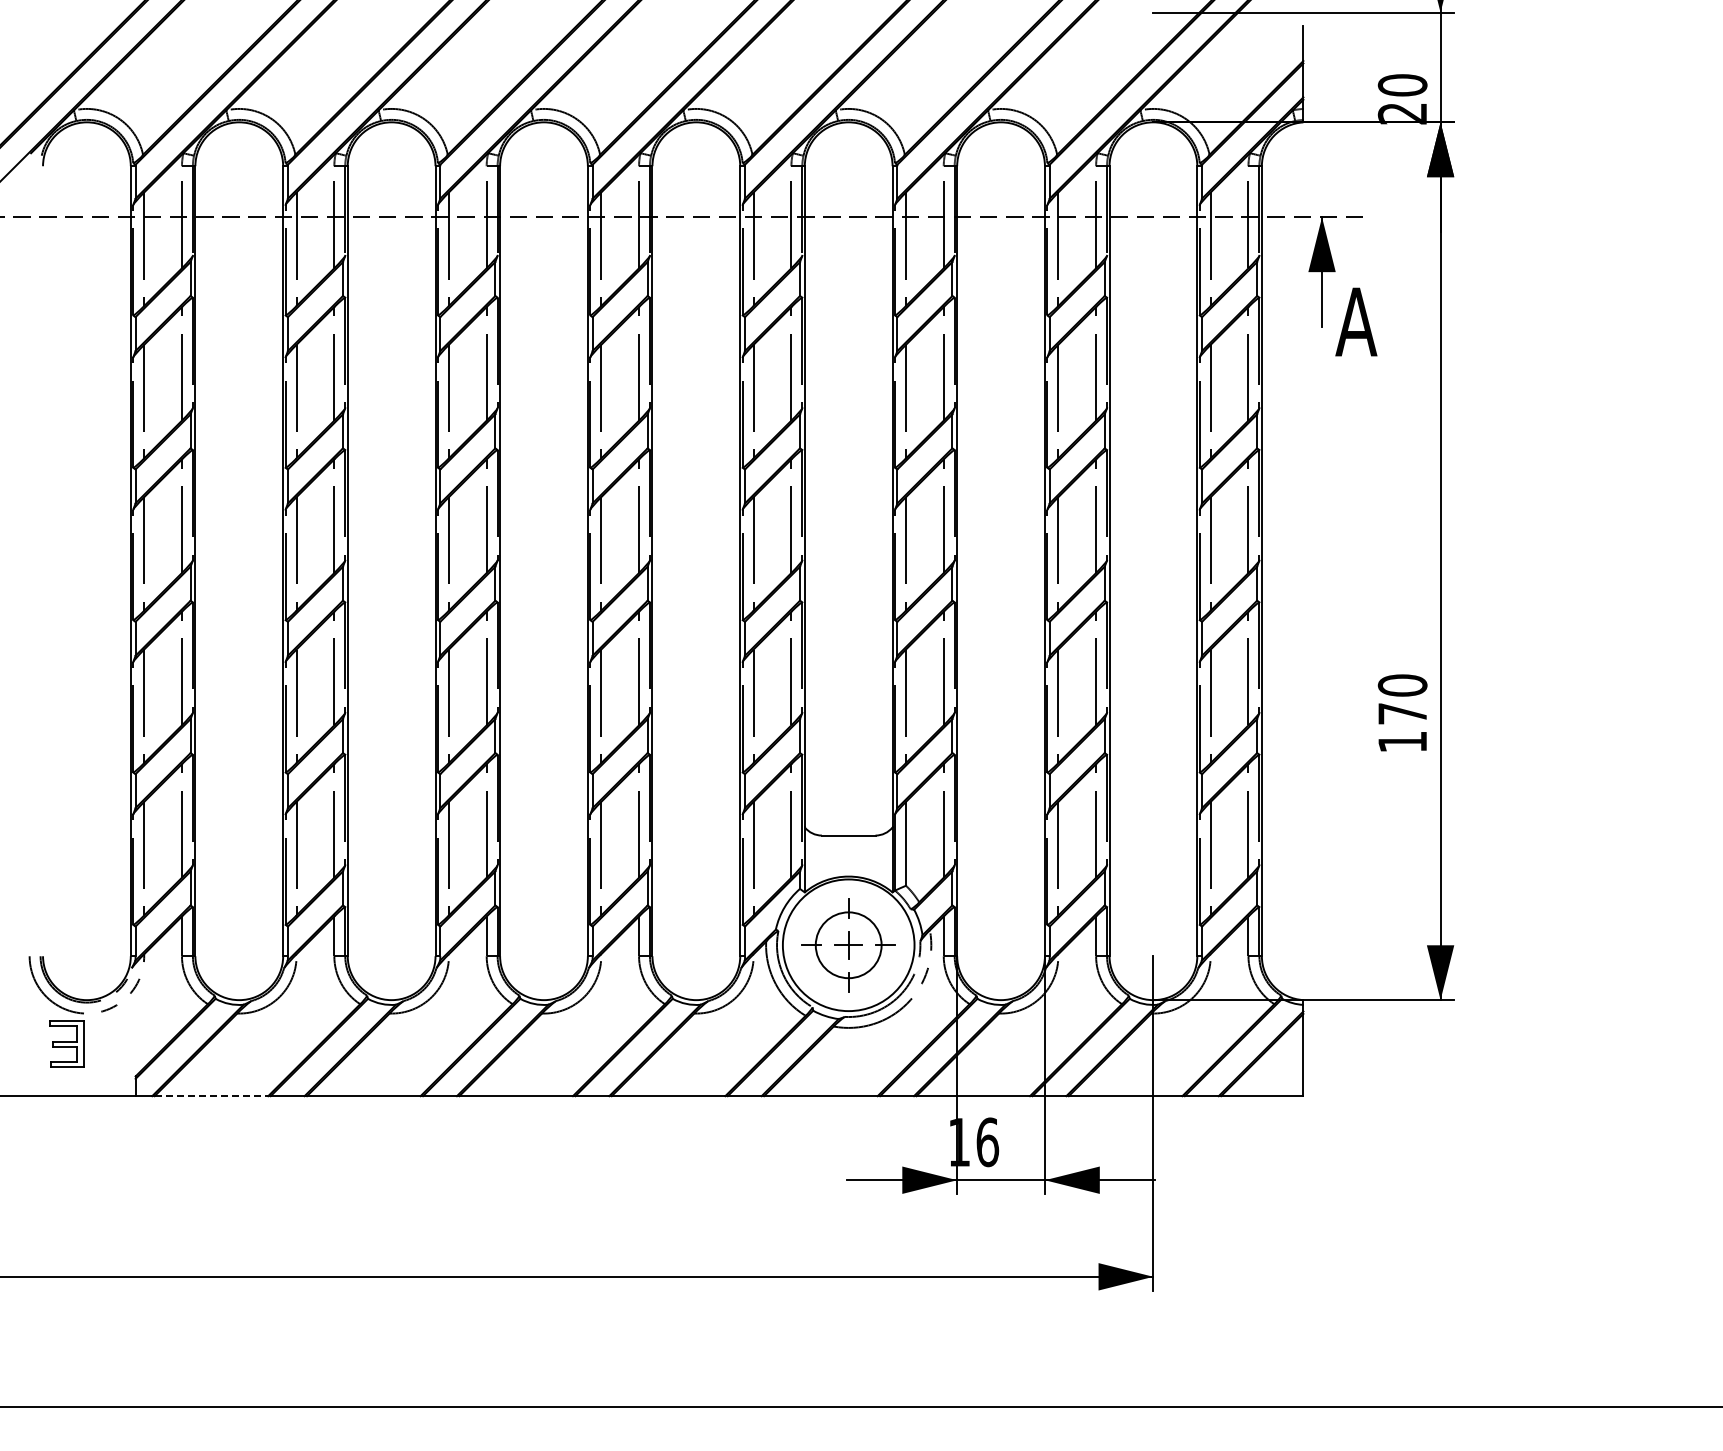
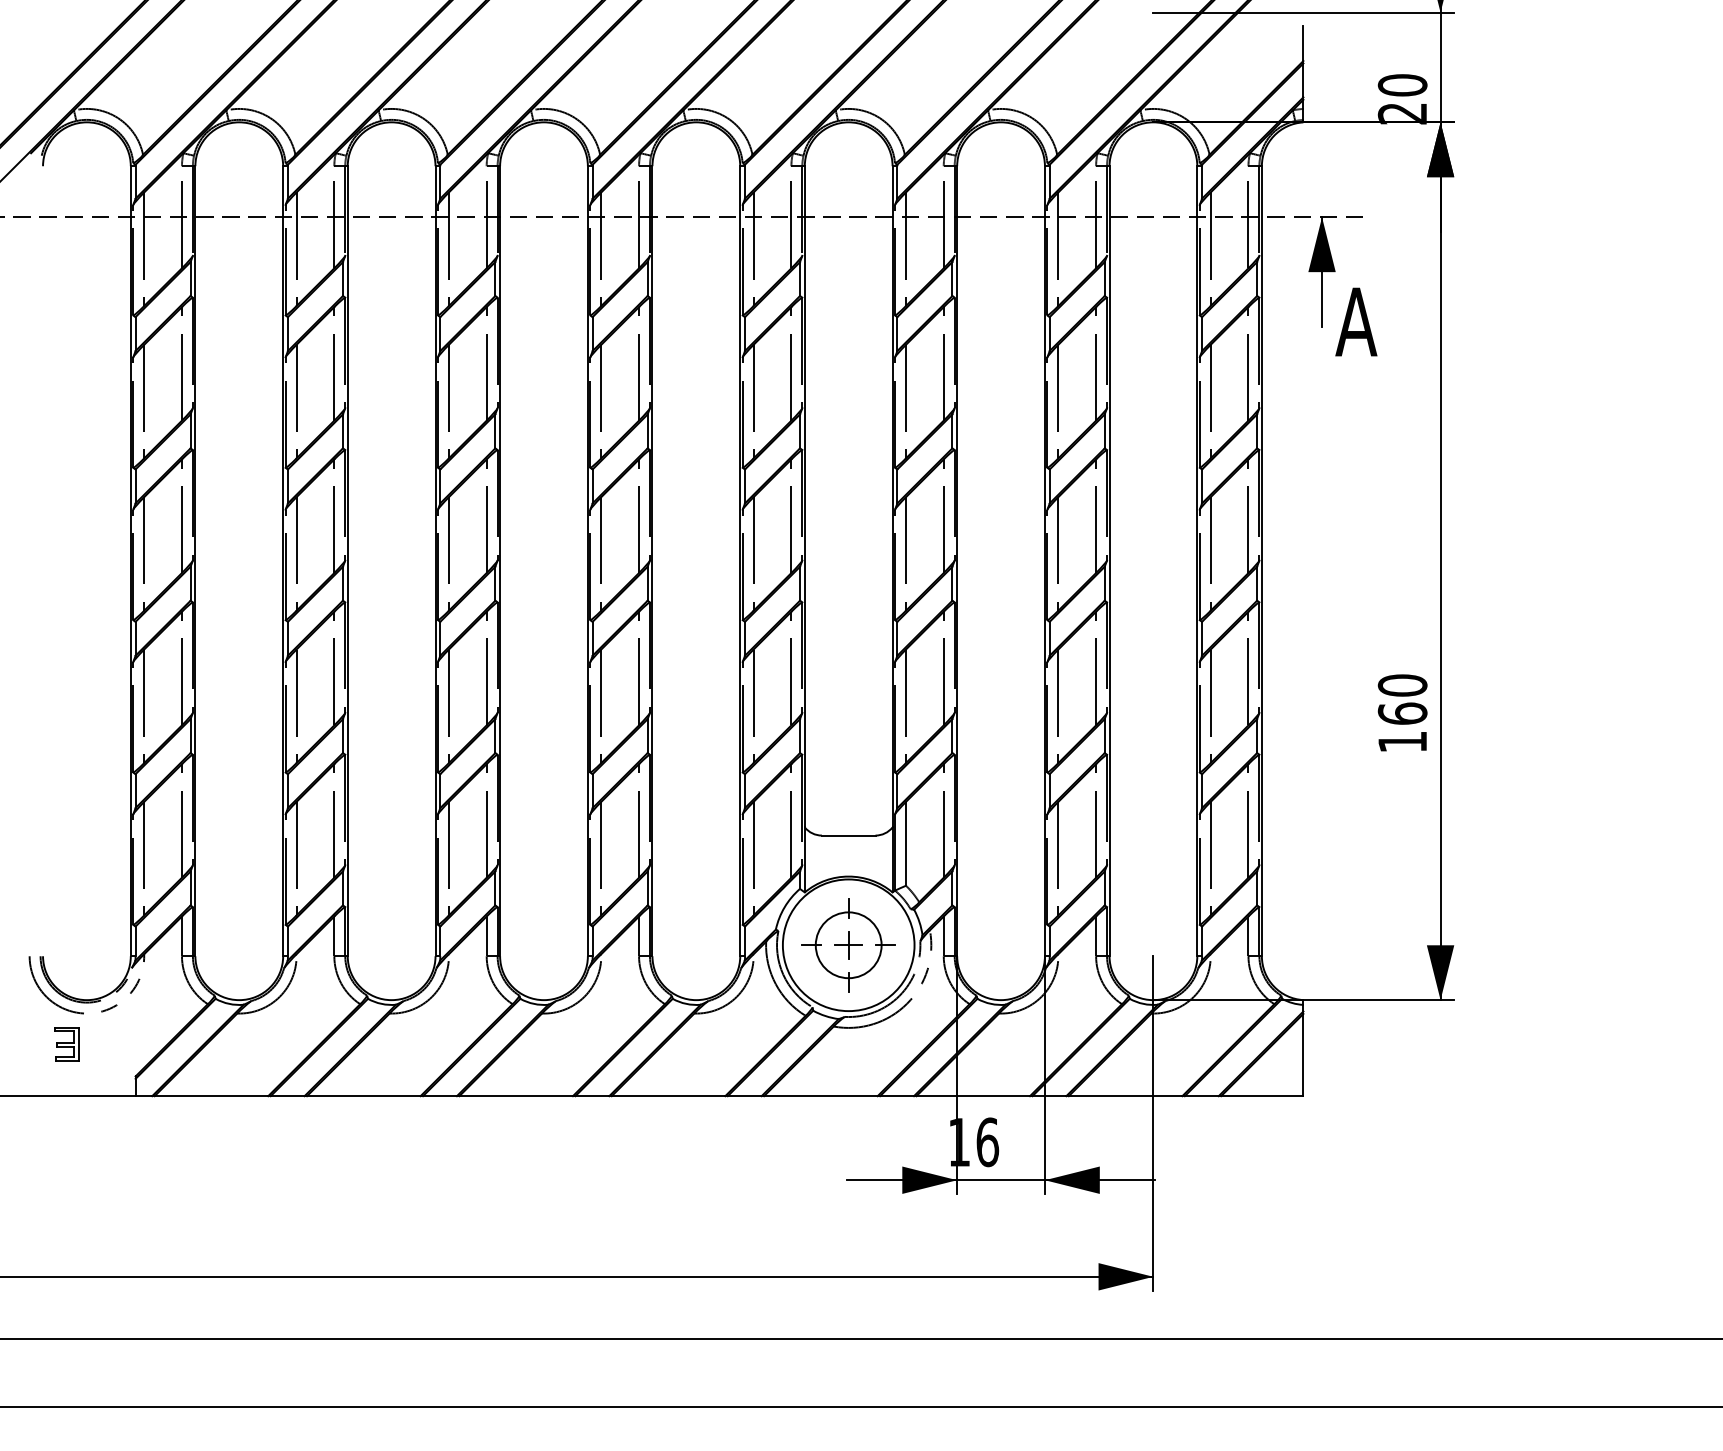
text at (1402, 713): 170 -> 160
part at (66, 1043) size: 36x48 px -> 26x35 px
line at (211, 1096): dashed -> solid
line at (860, 1338): none -> present
